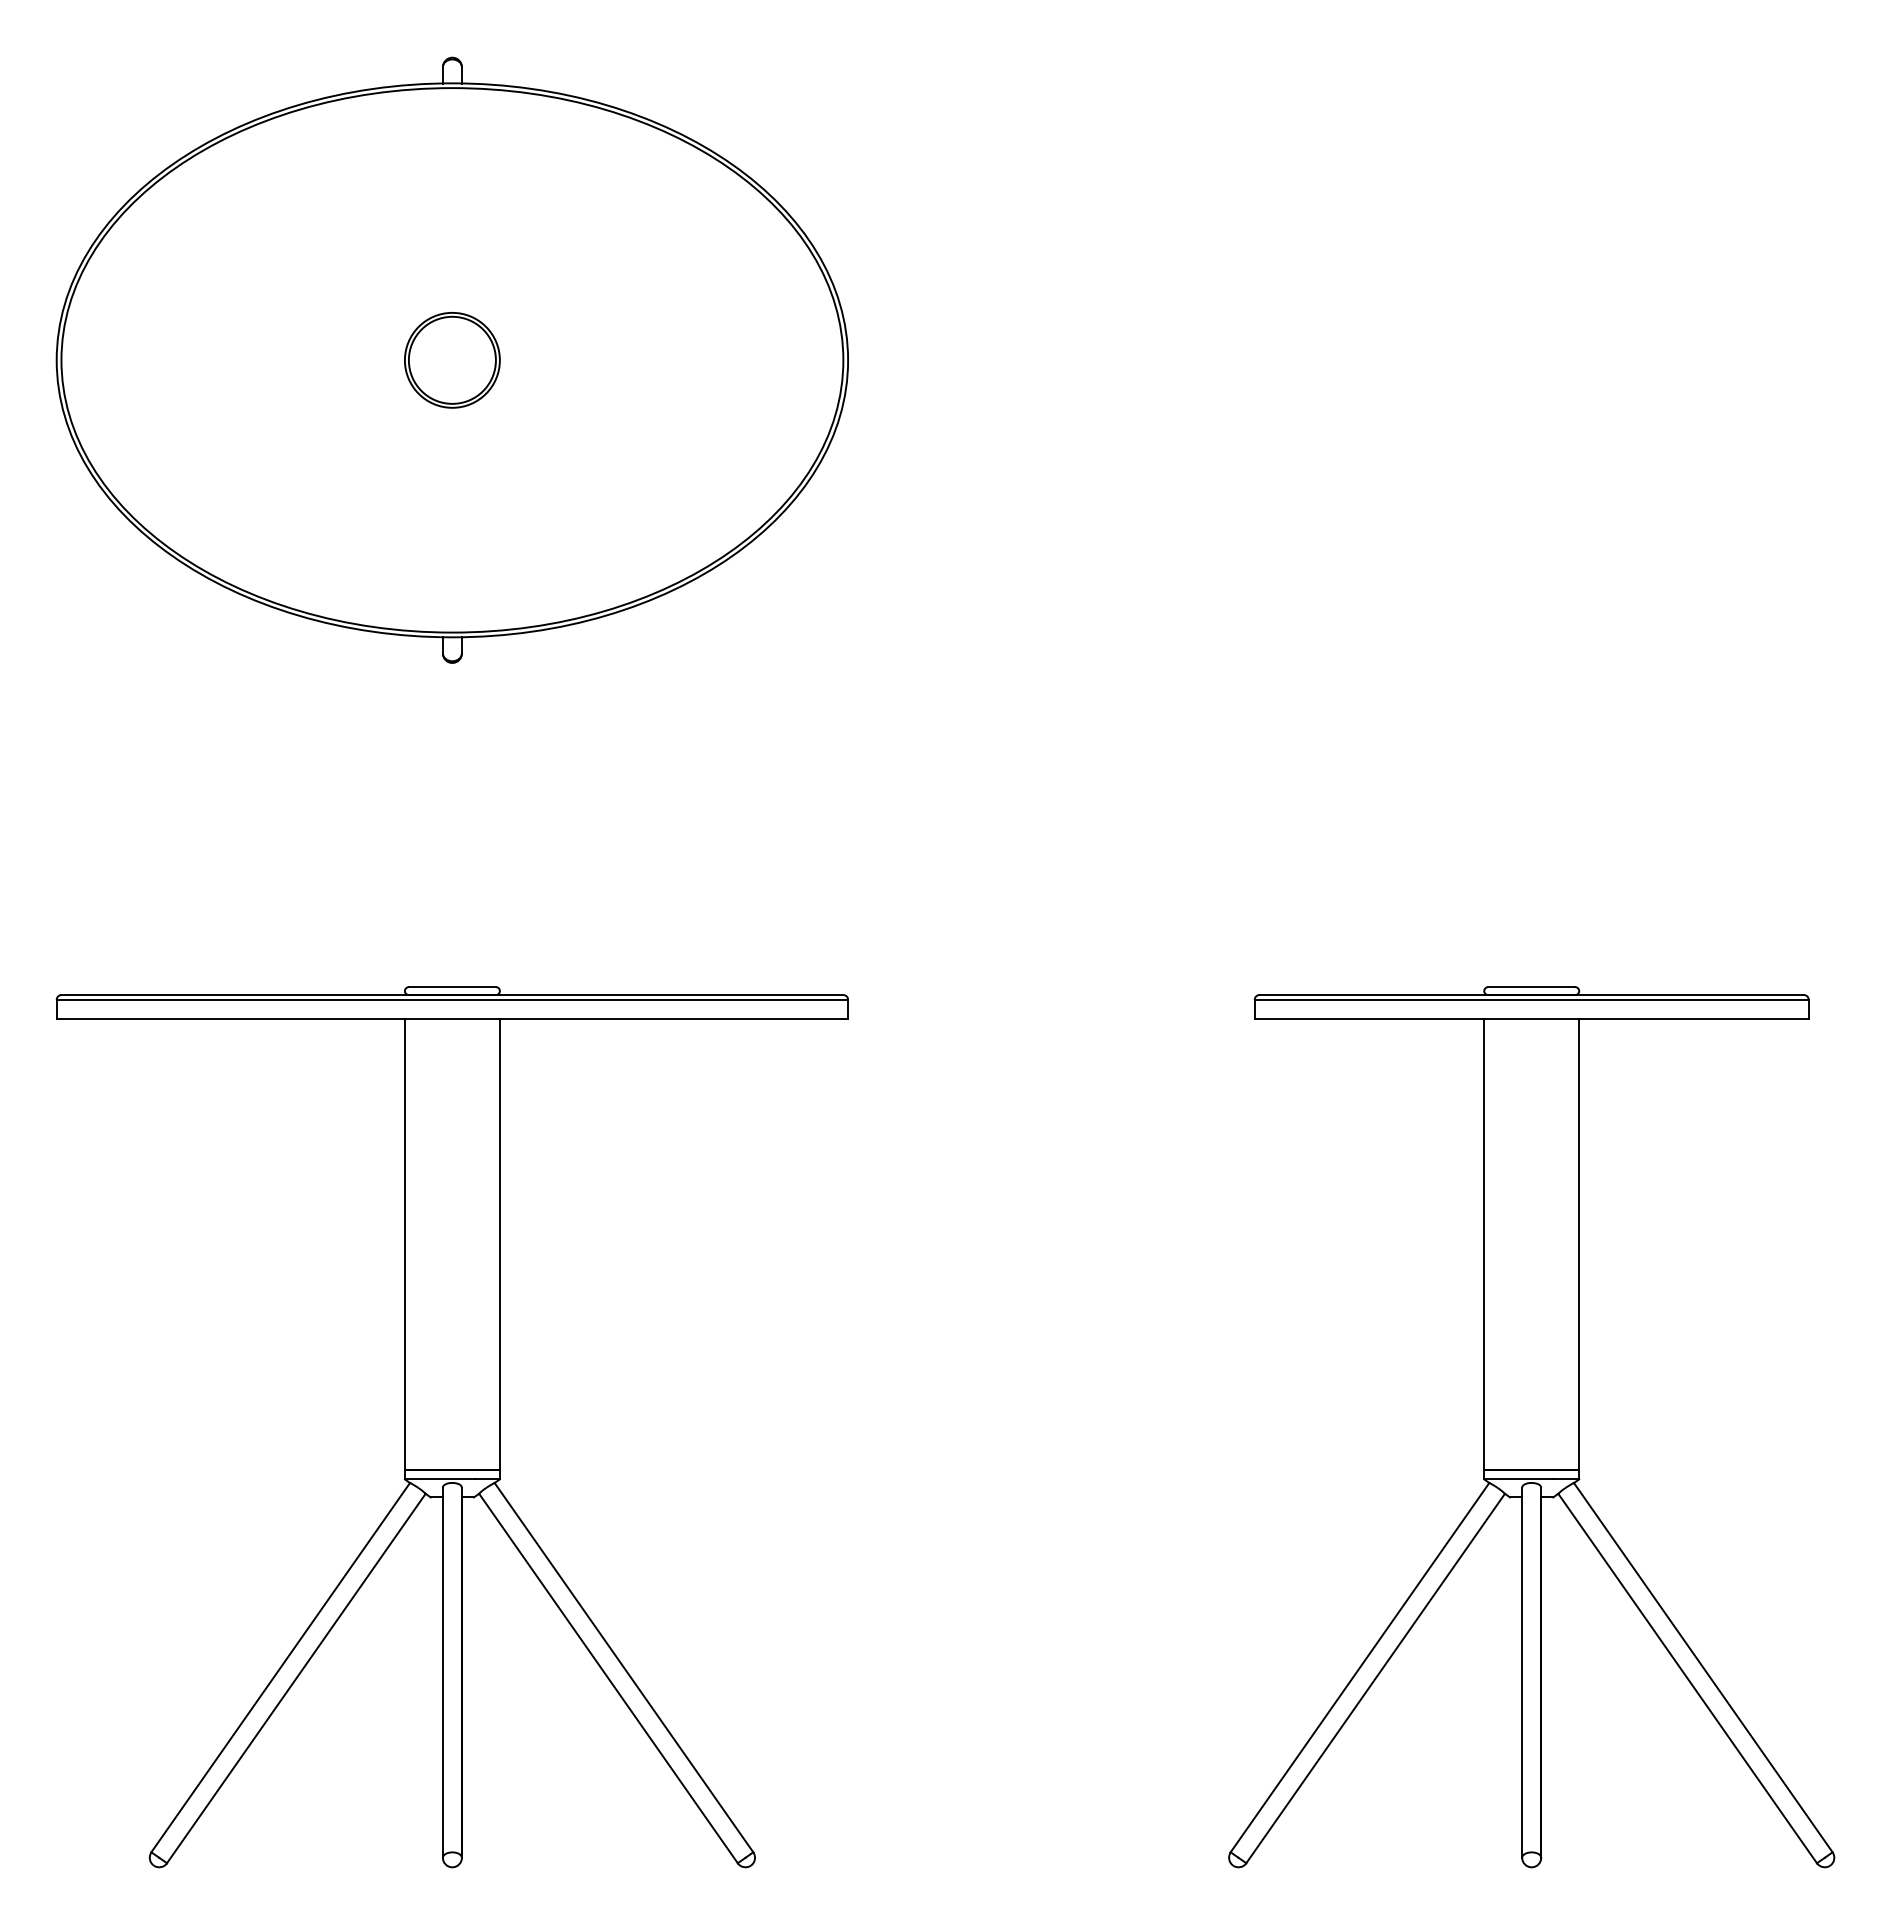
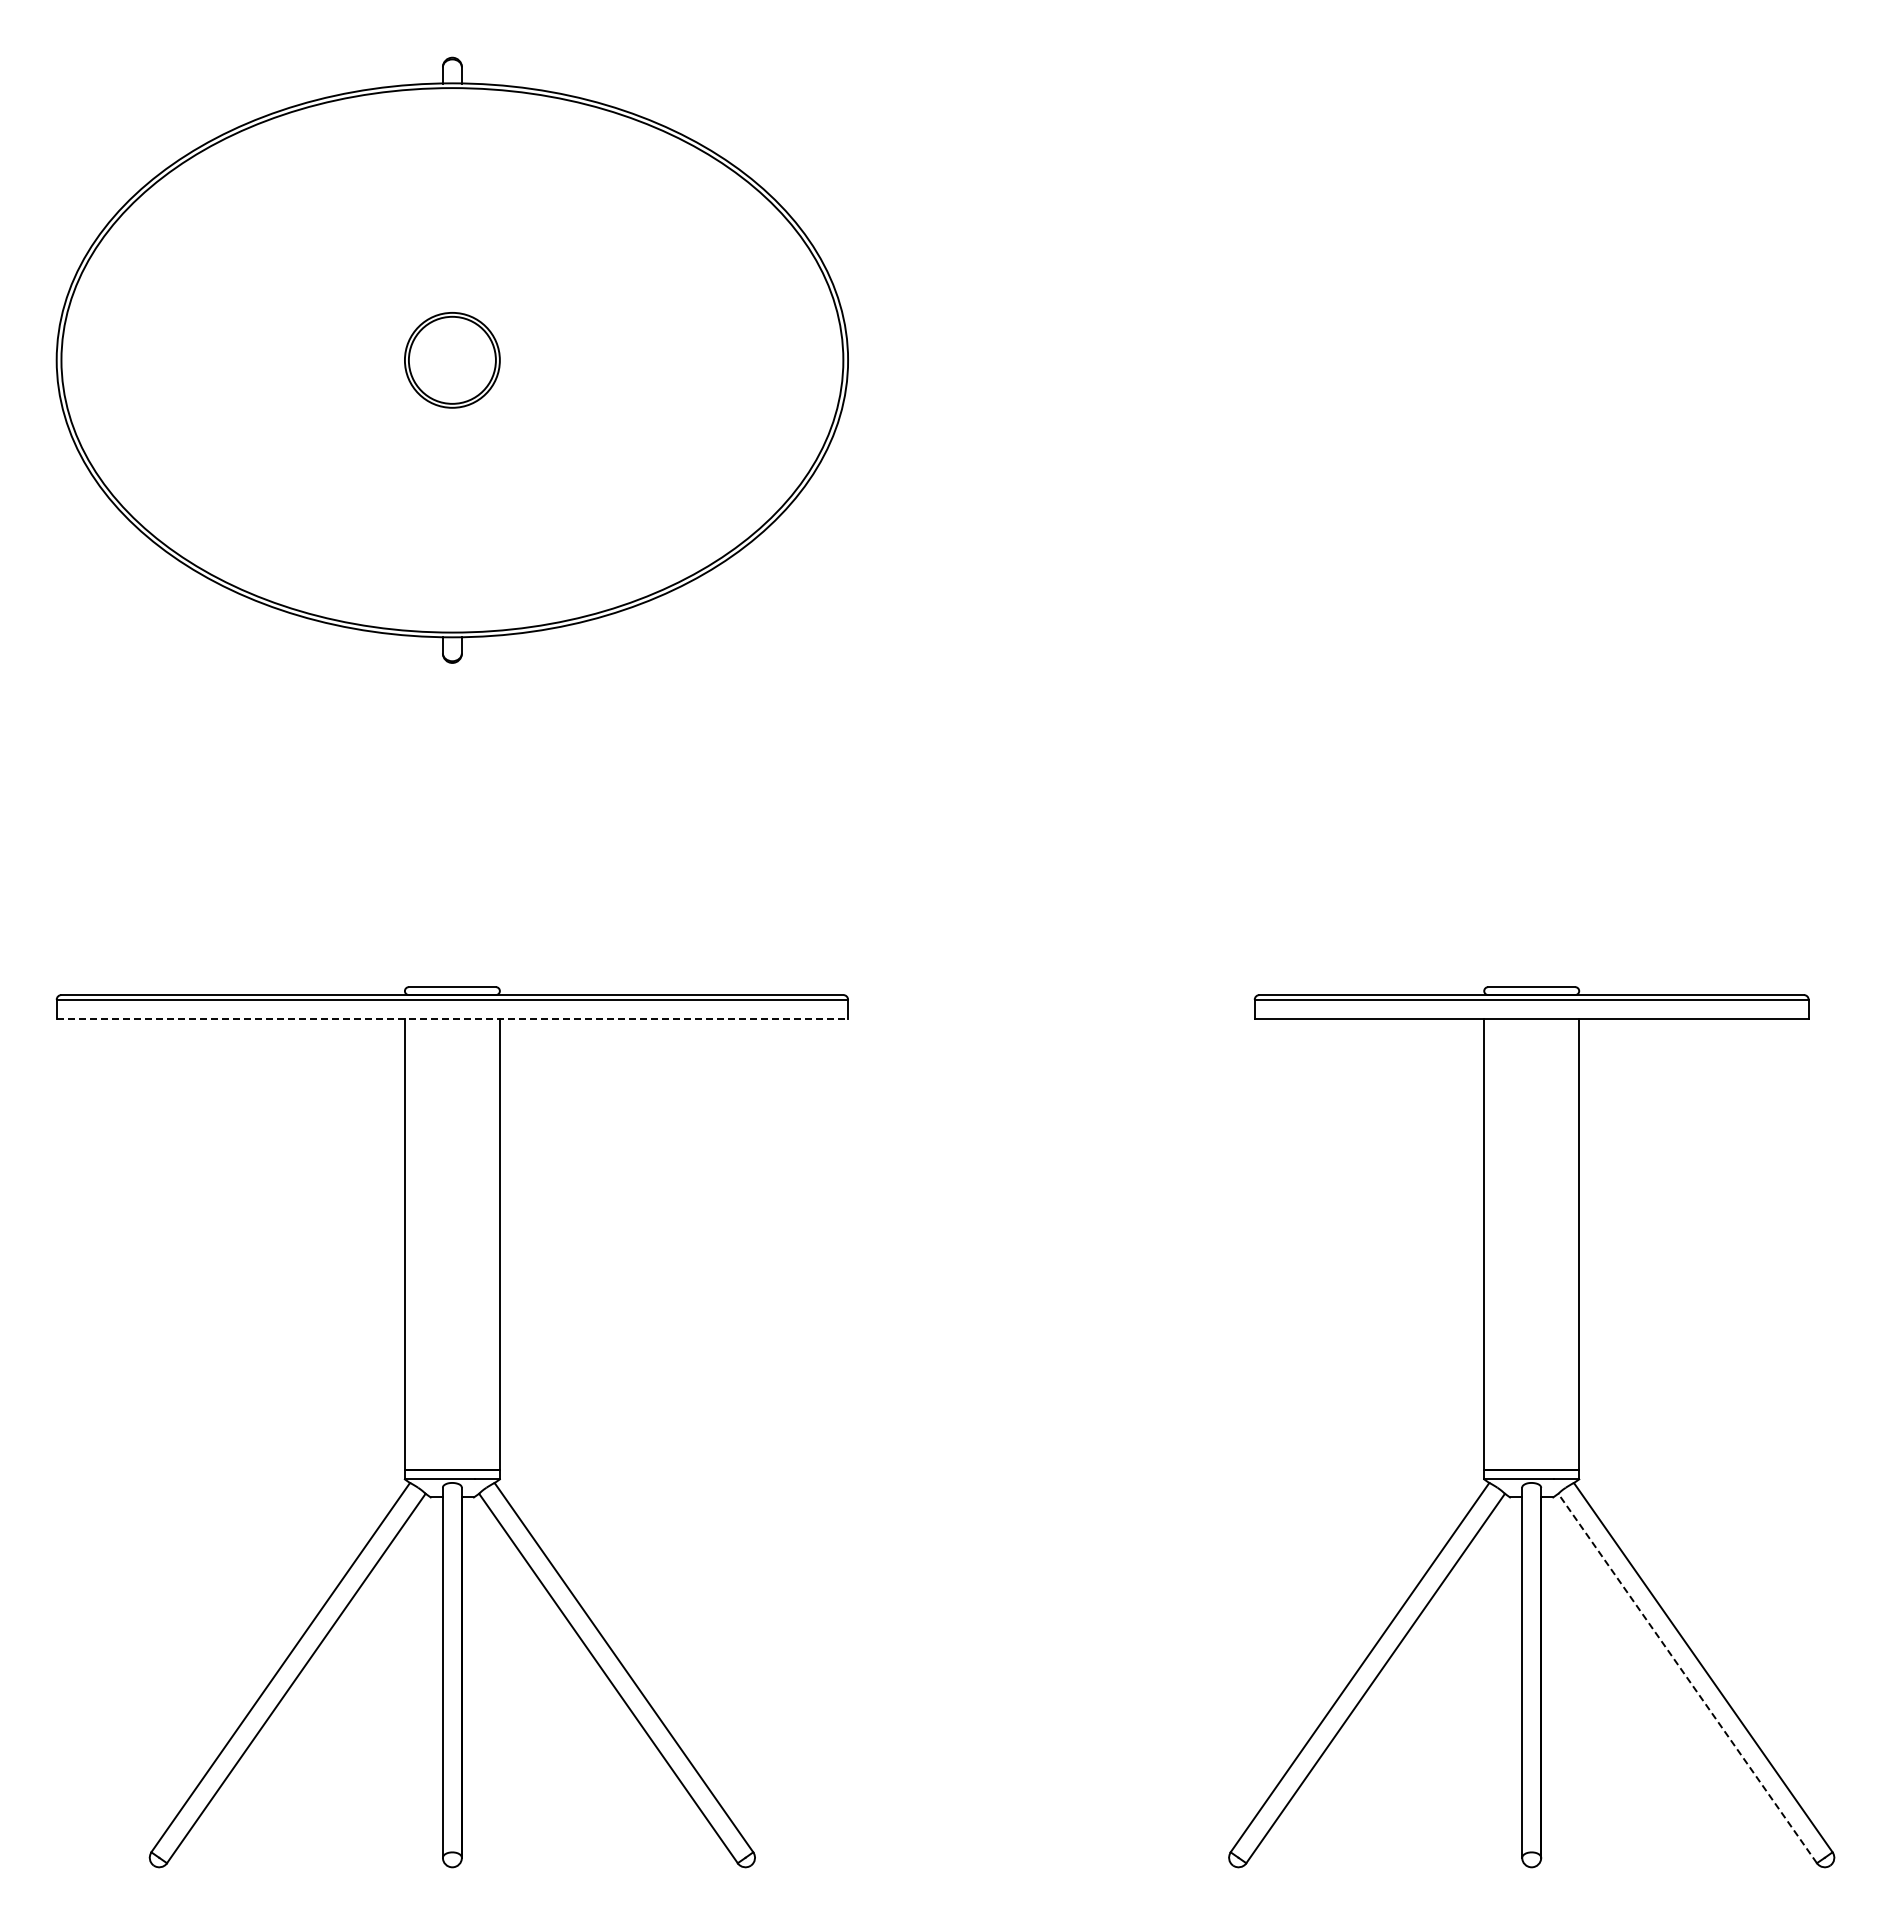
line at (452, 1018): solid -> dashed
line at (1687, 1678): solid -> dashed
